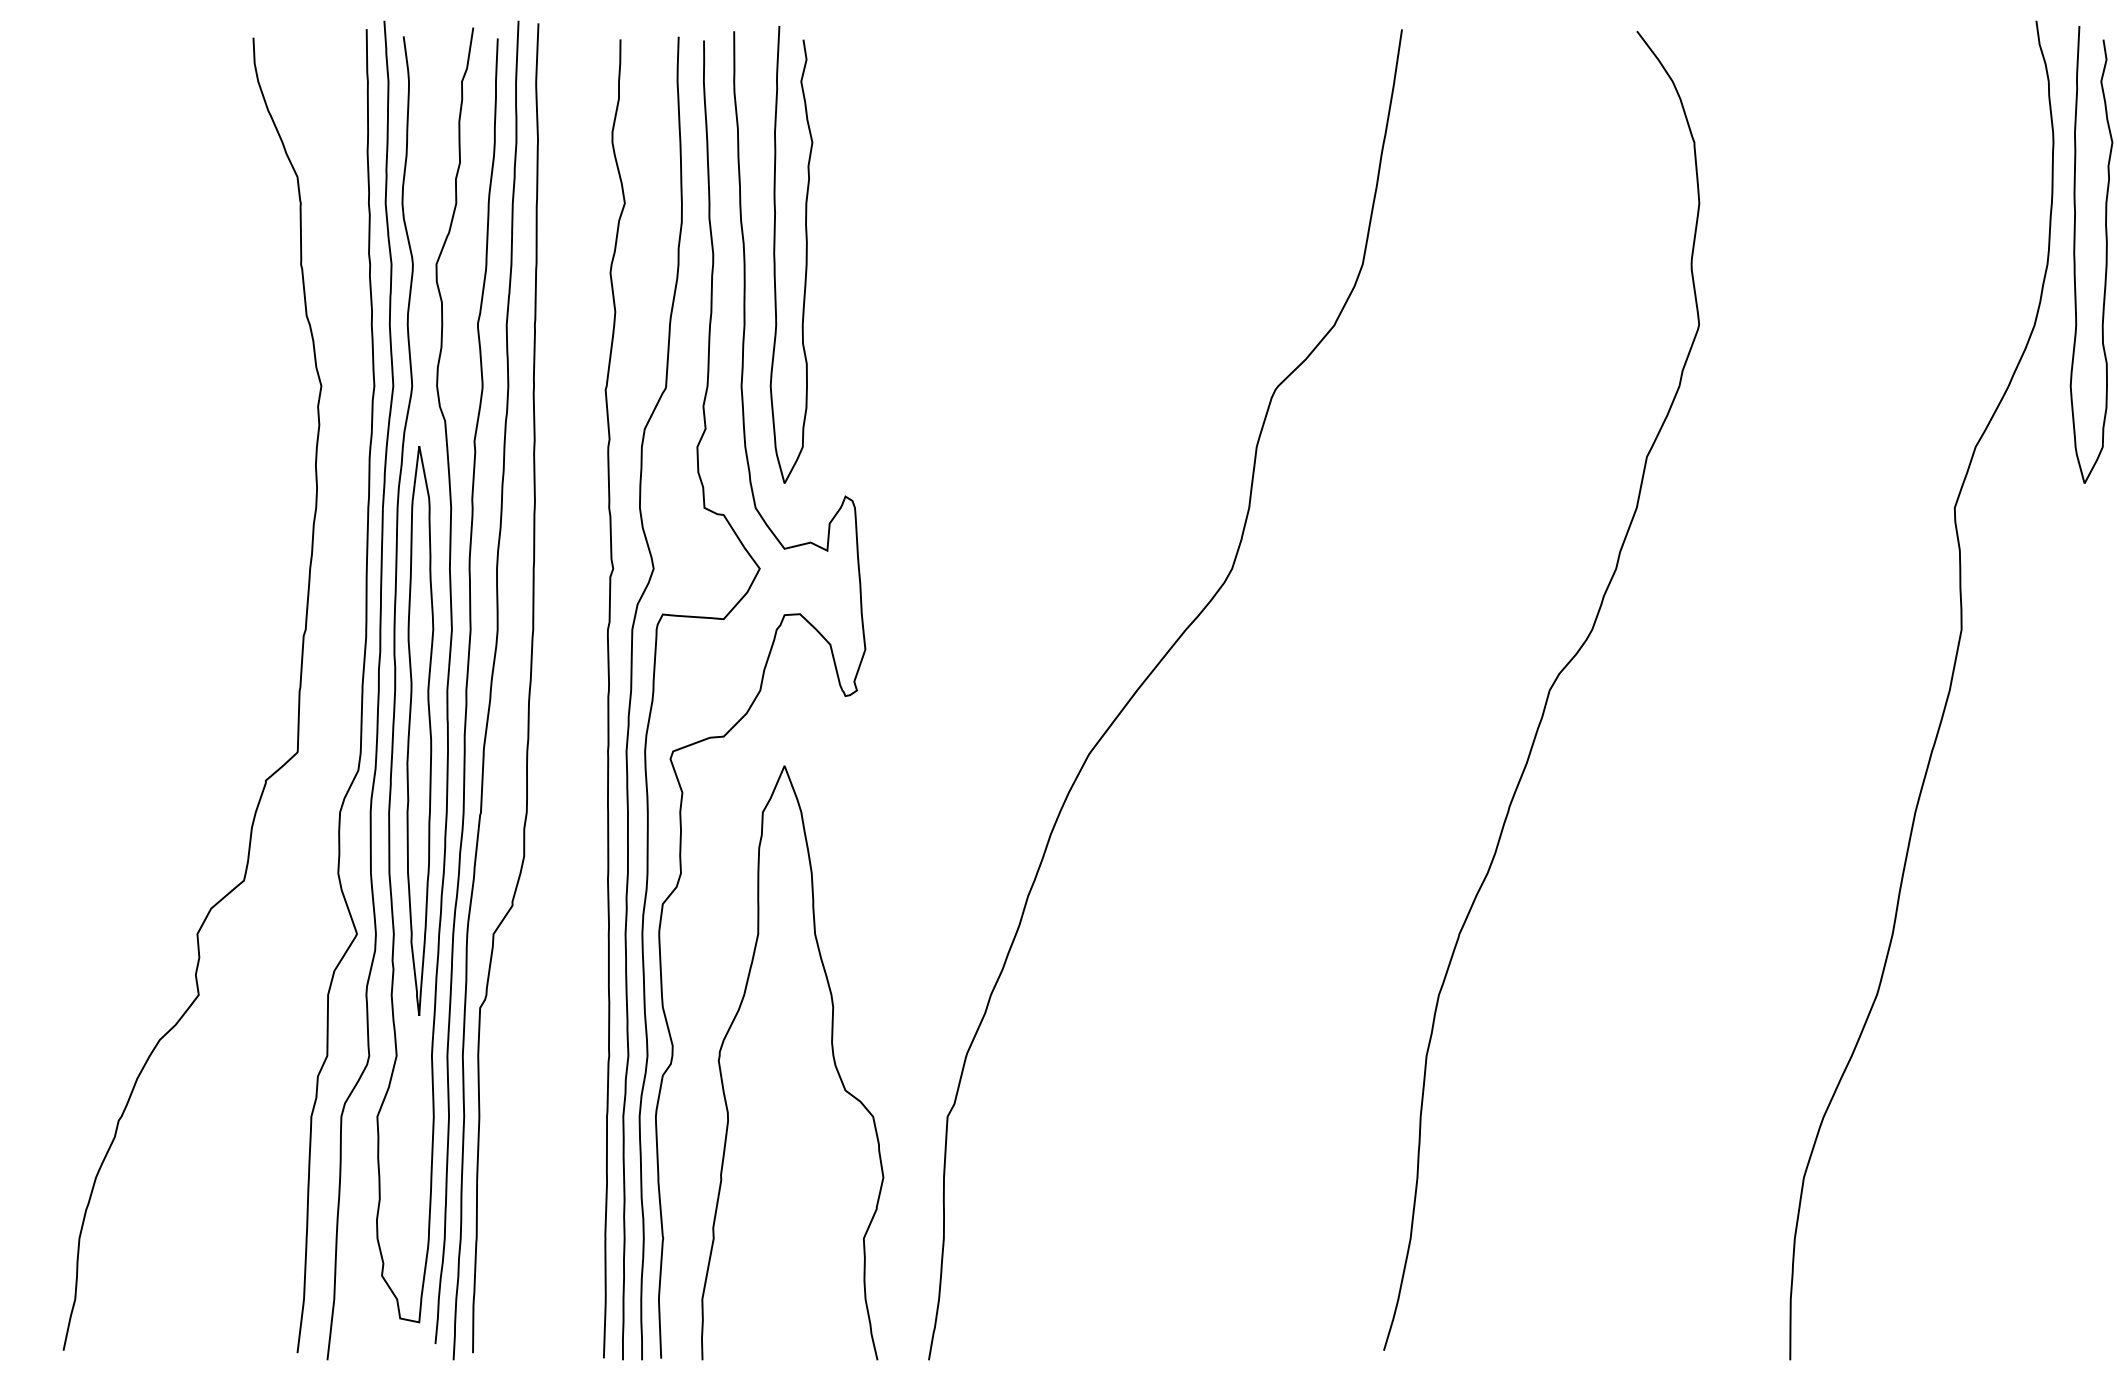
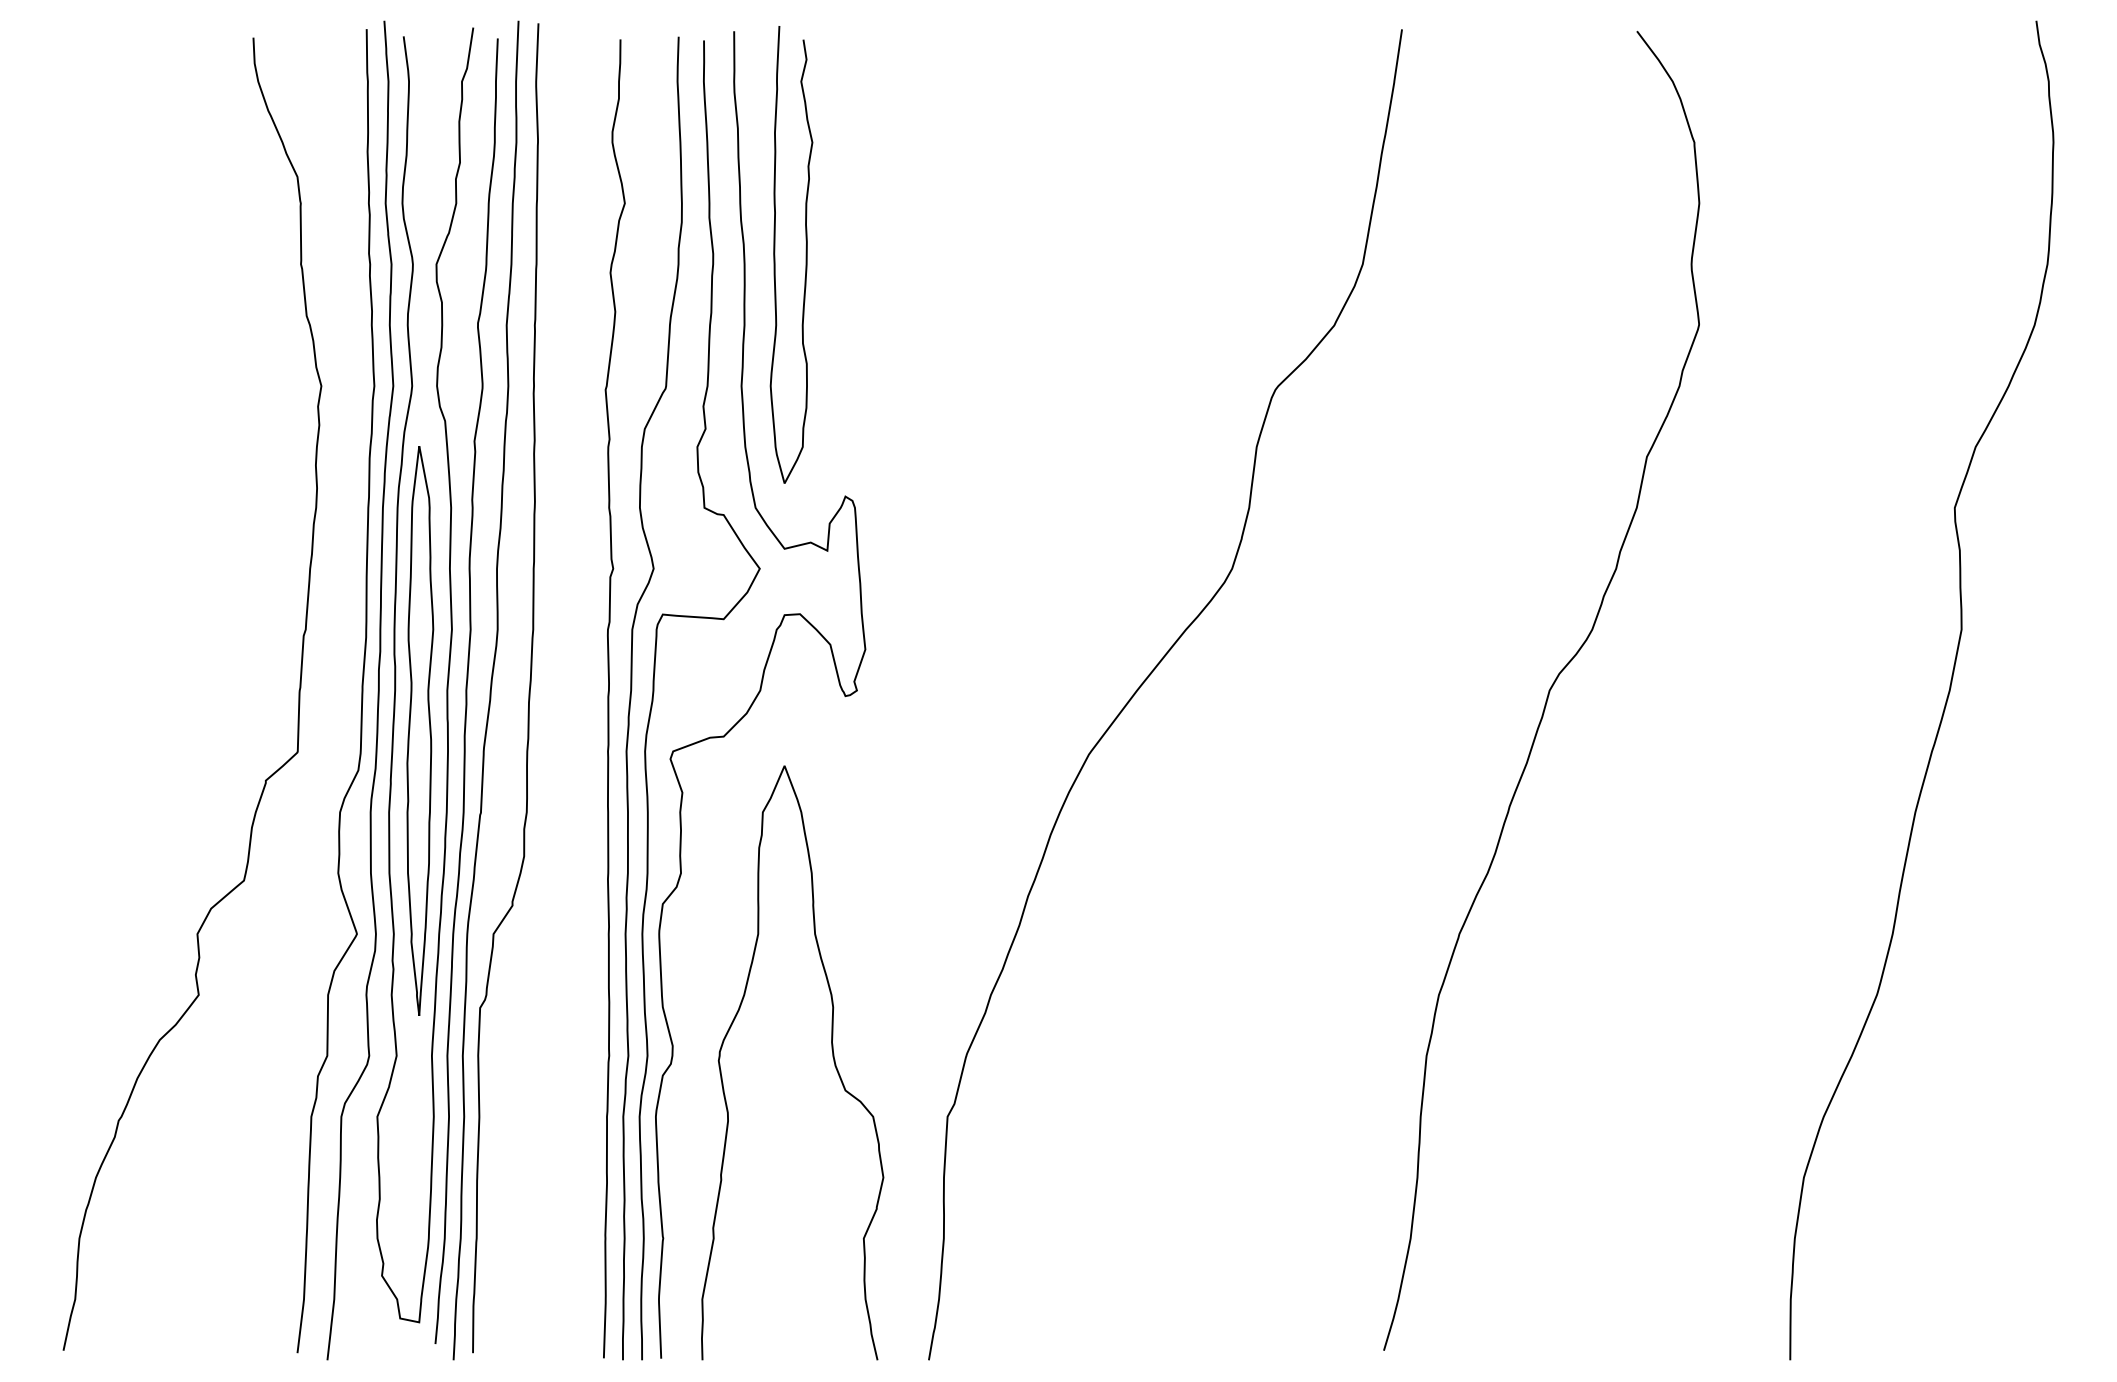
curve at (2105, 254): present -> none
